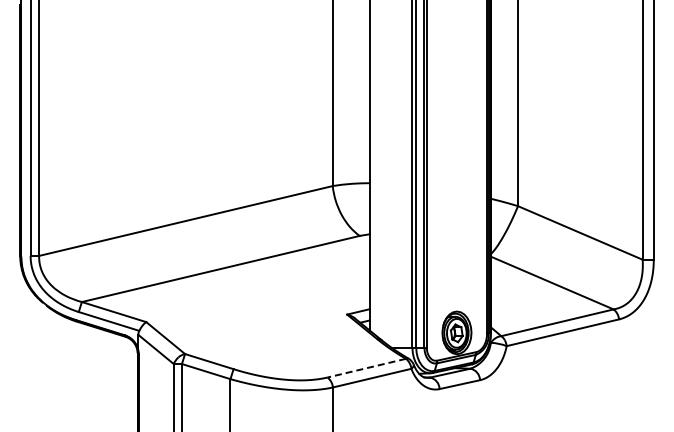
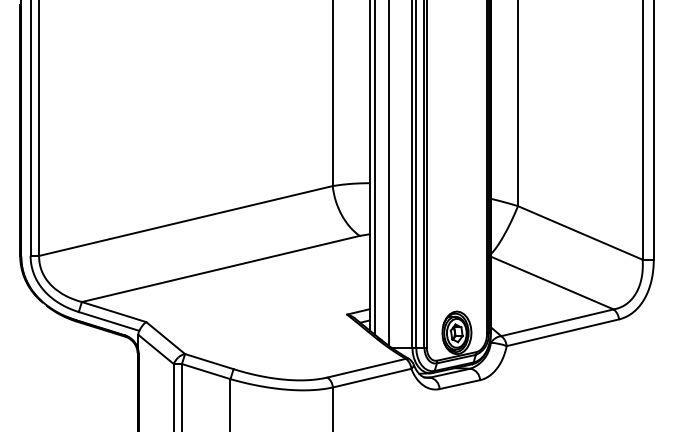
line at (375, 168): none -> present
line at (389, 174): none -> present
line at (366, 368): dashed -> solid
